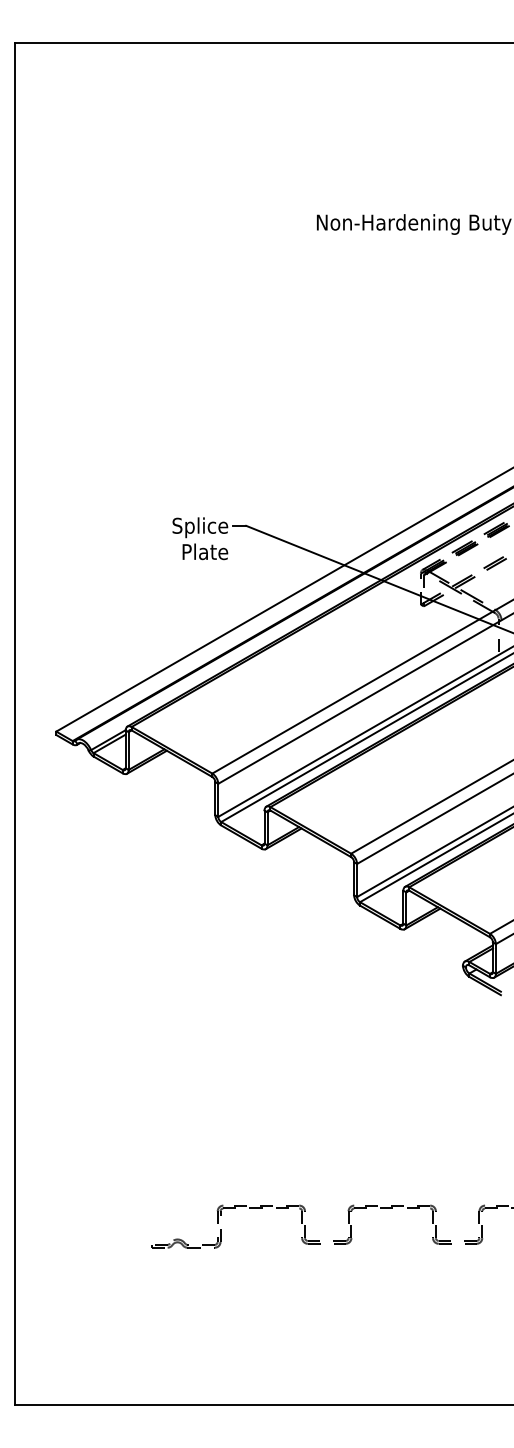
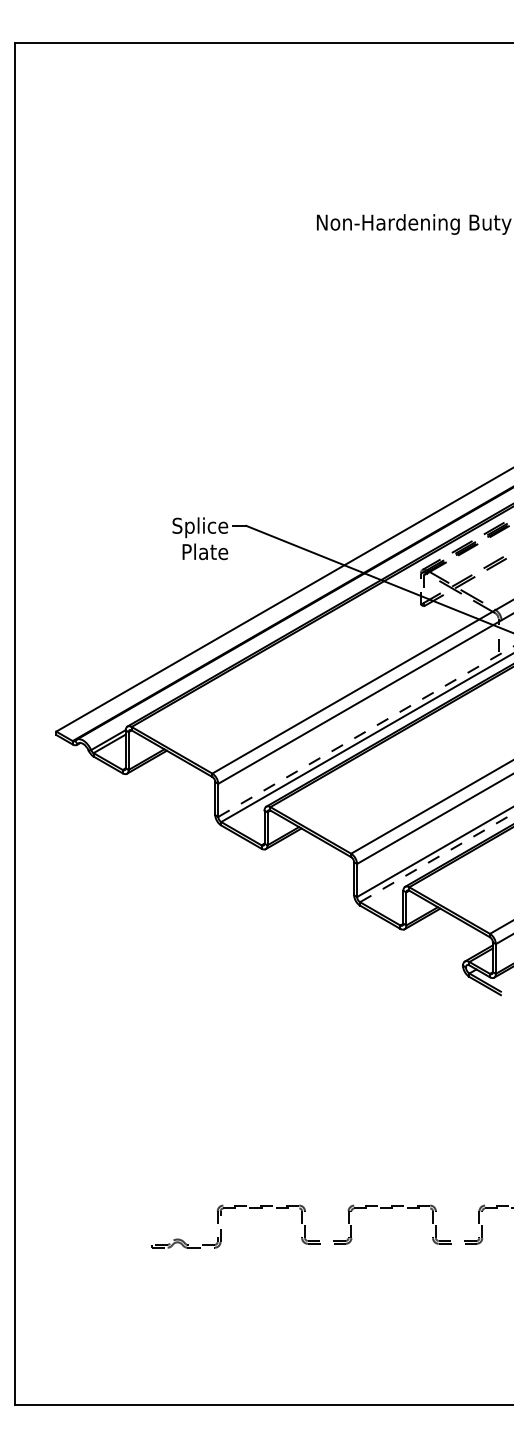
line at (366, 731): solid -> dashed
line at (437, 857): solid -> dashed
